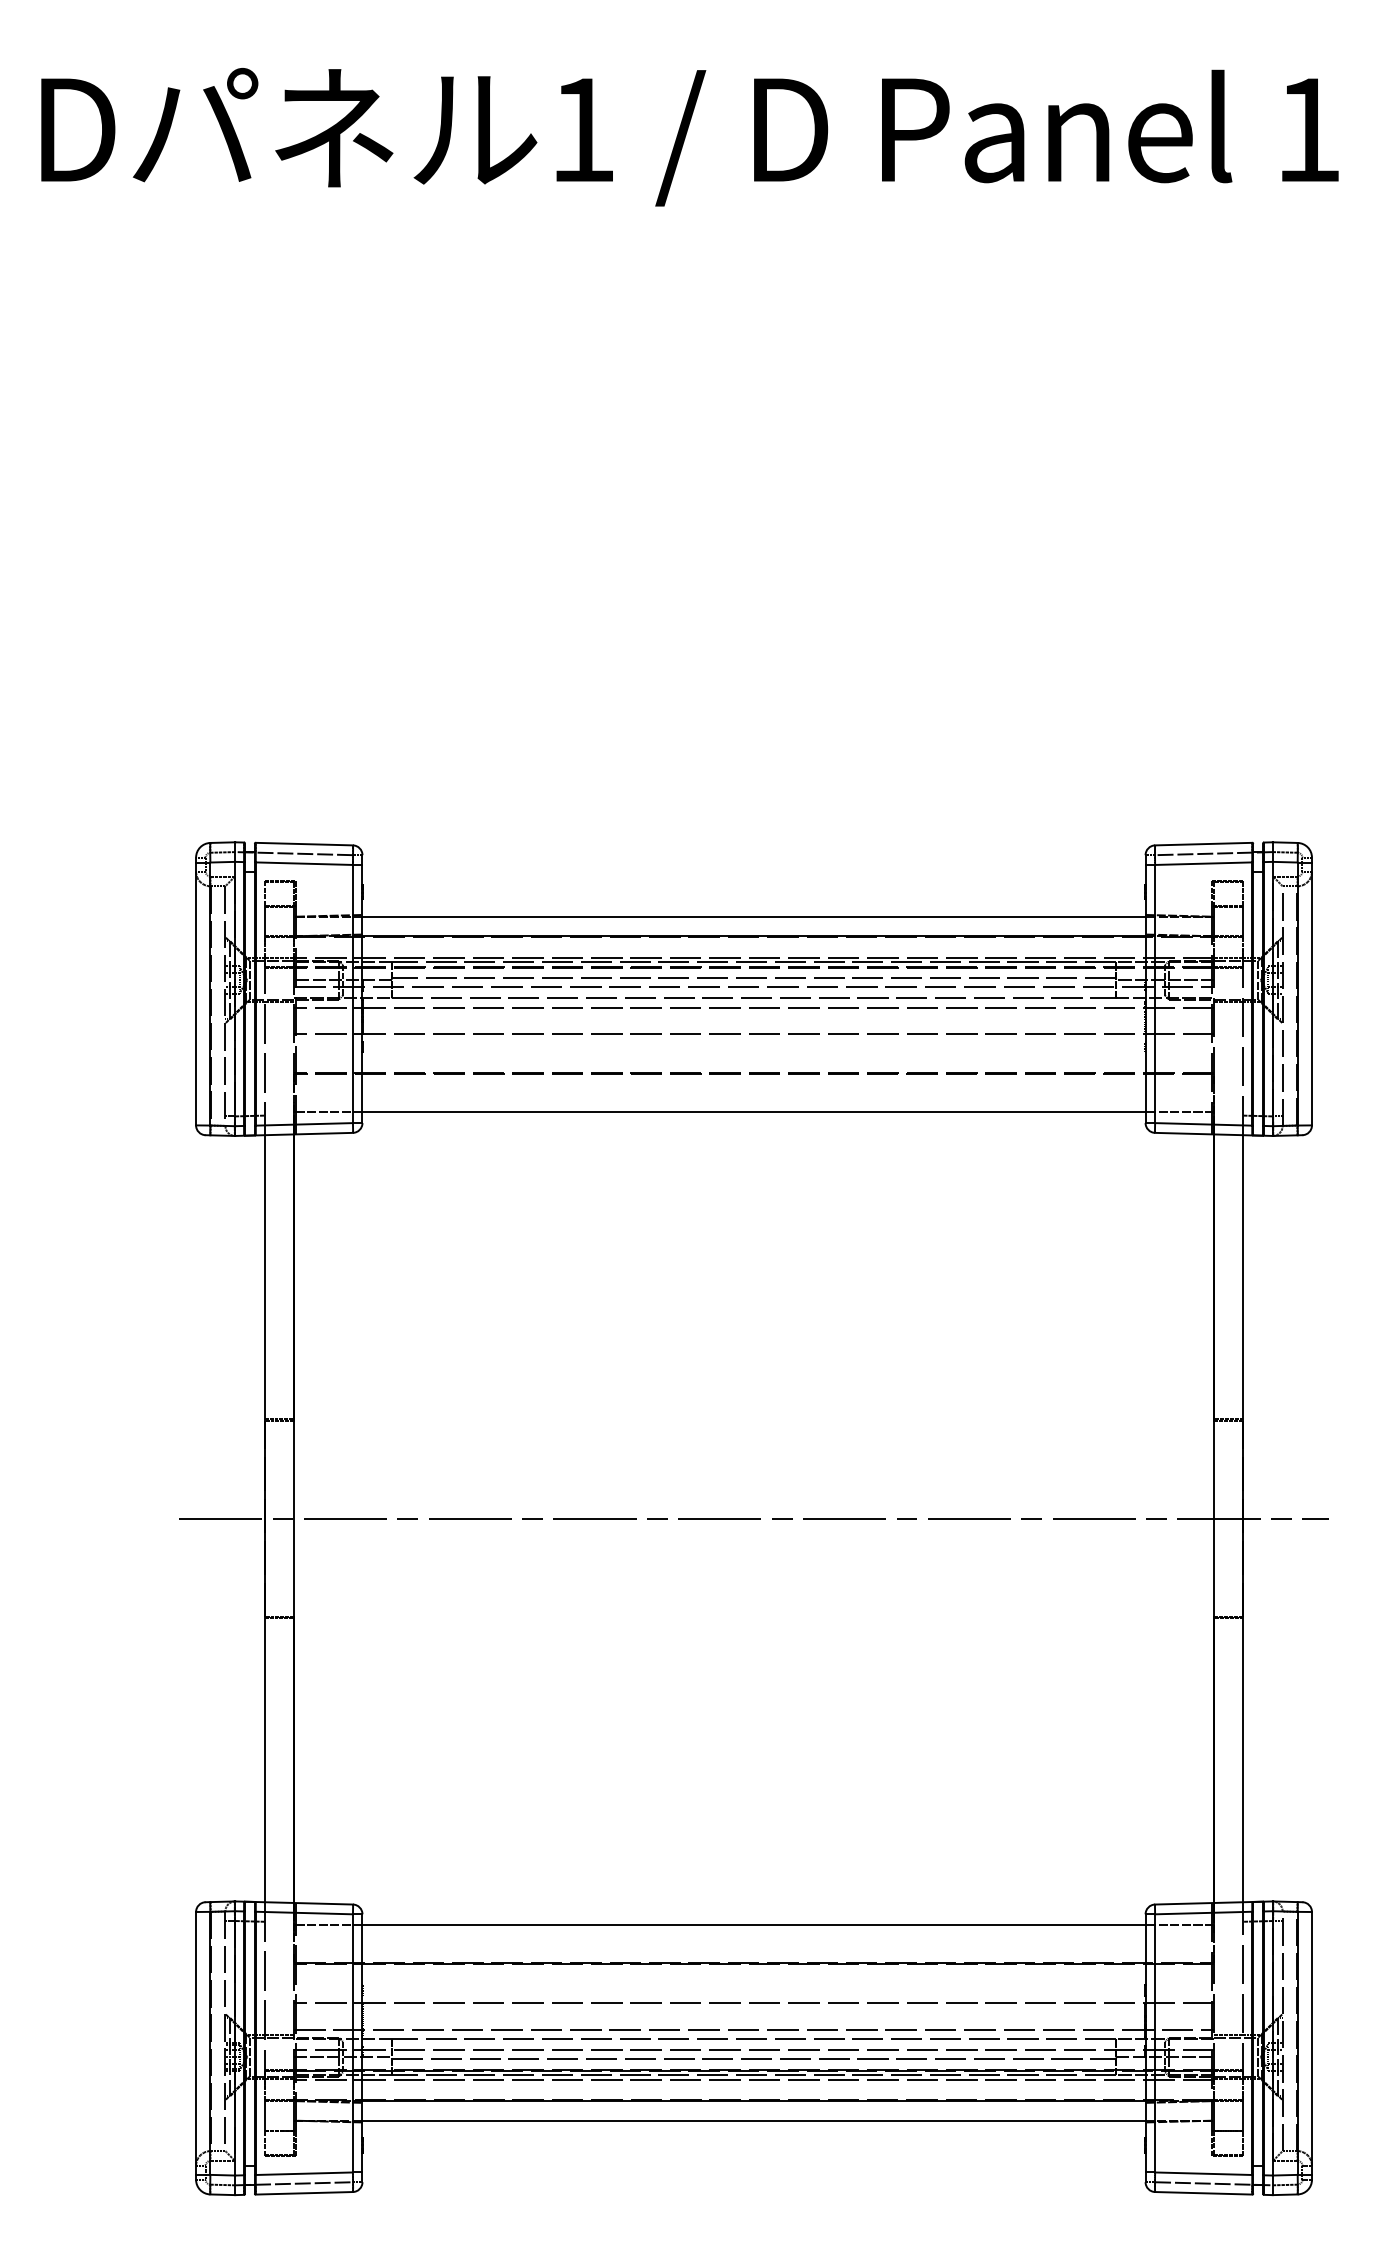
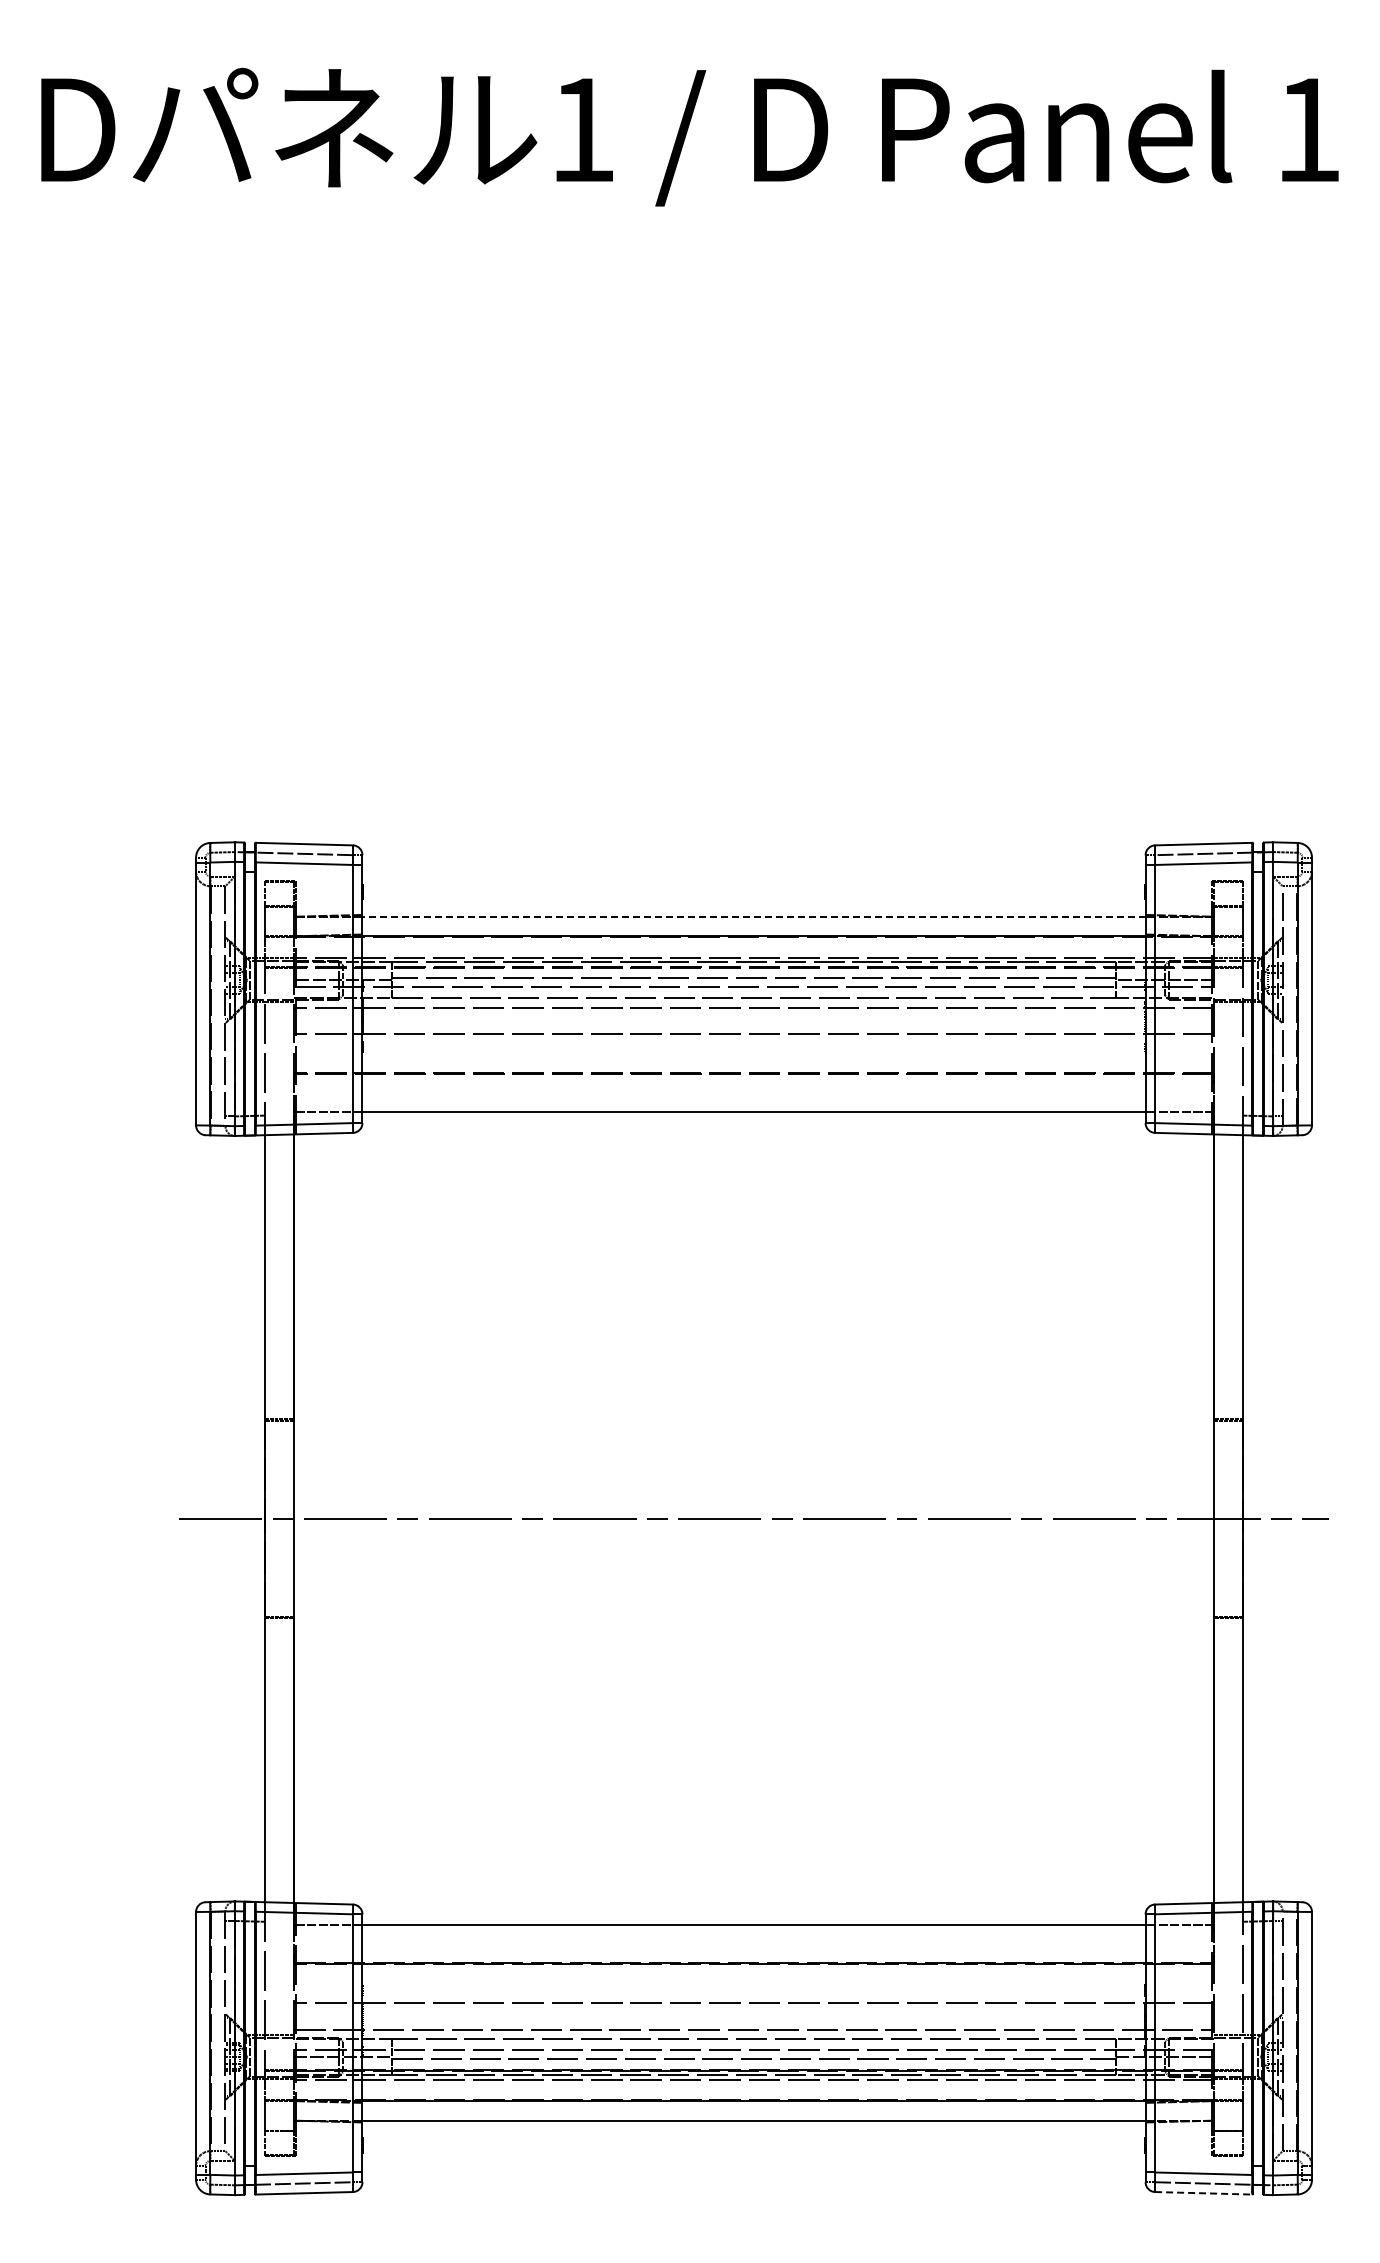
line at (754, 916): solid -> dashed
line at (1203, 2193): solid -> dashed
